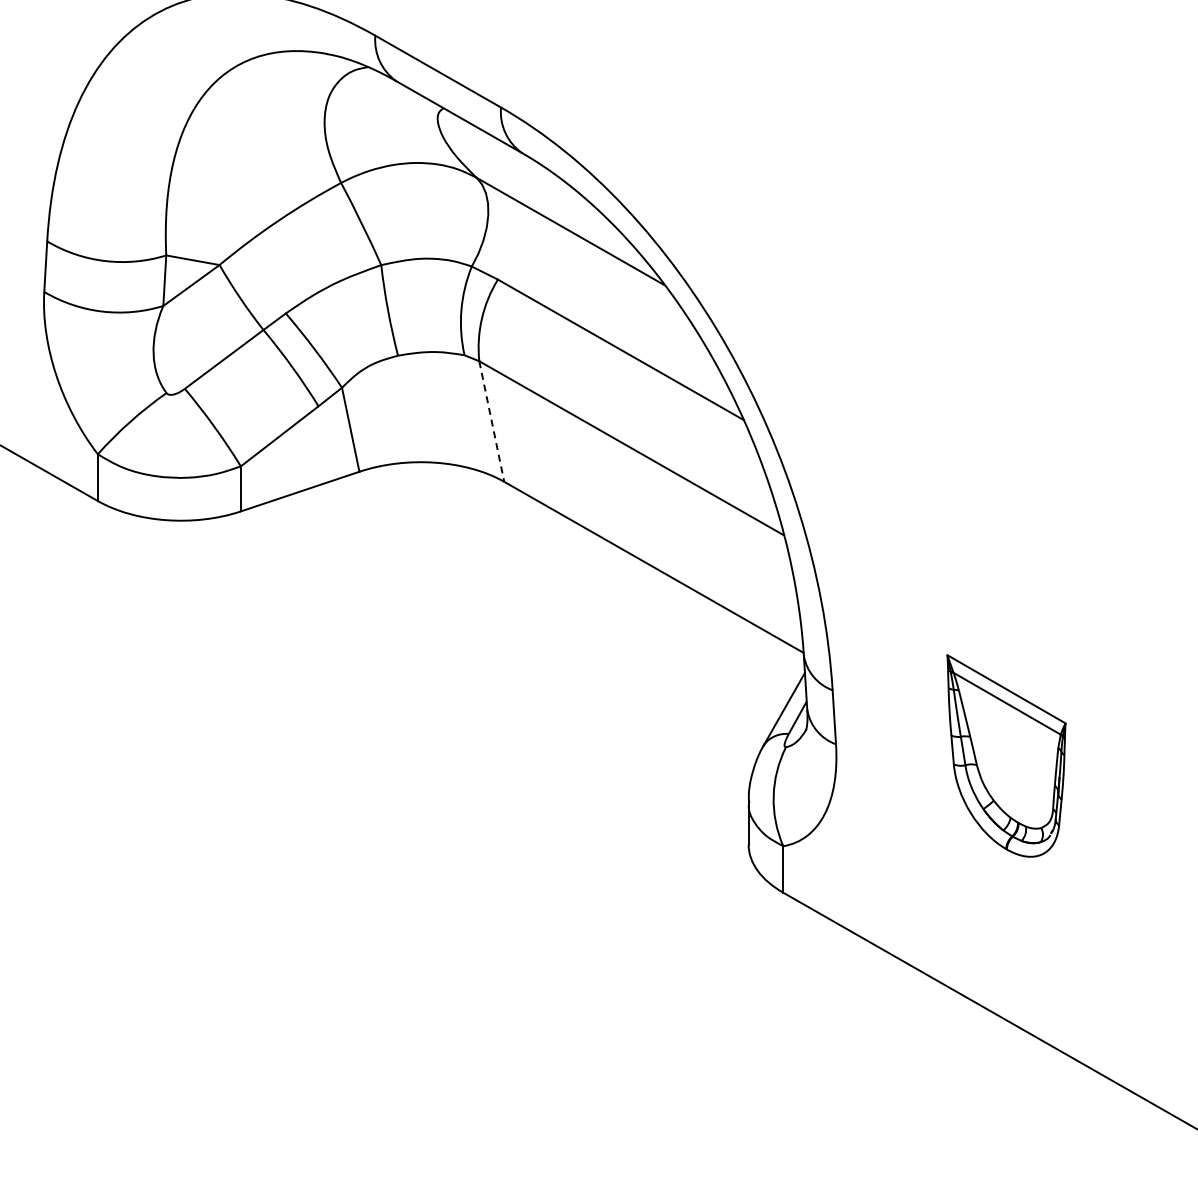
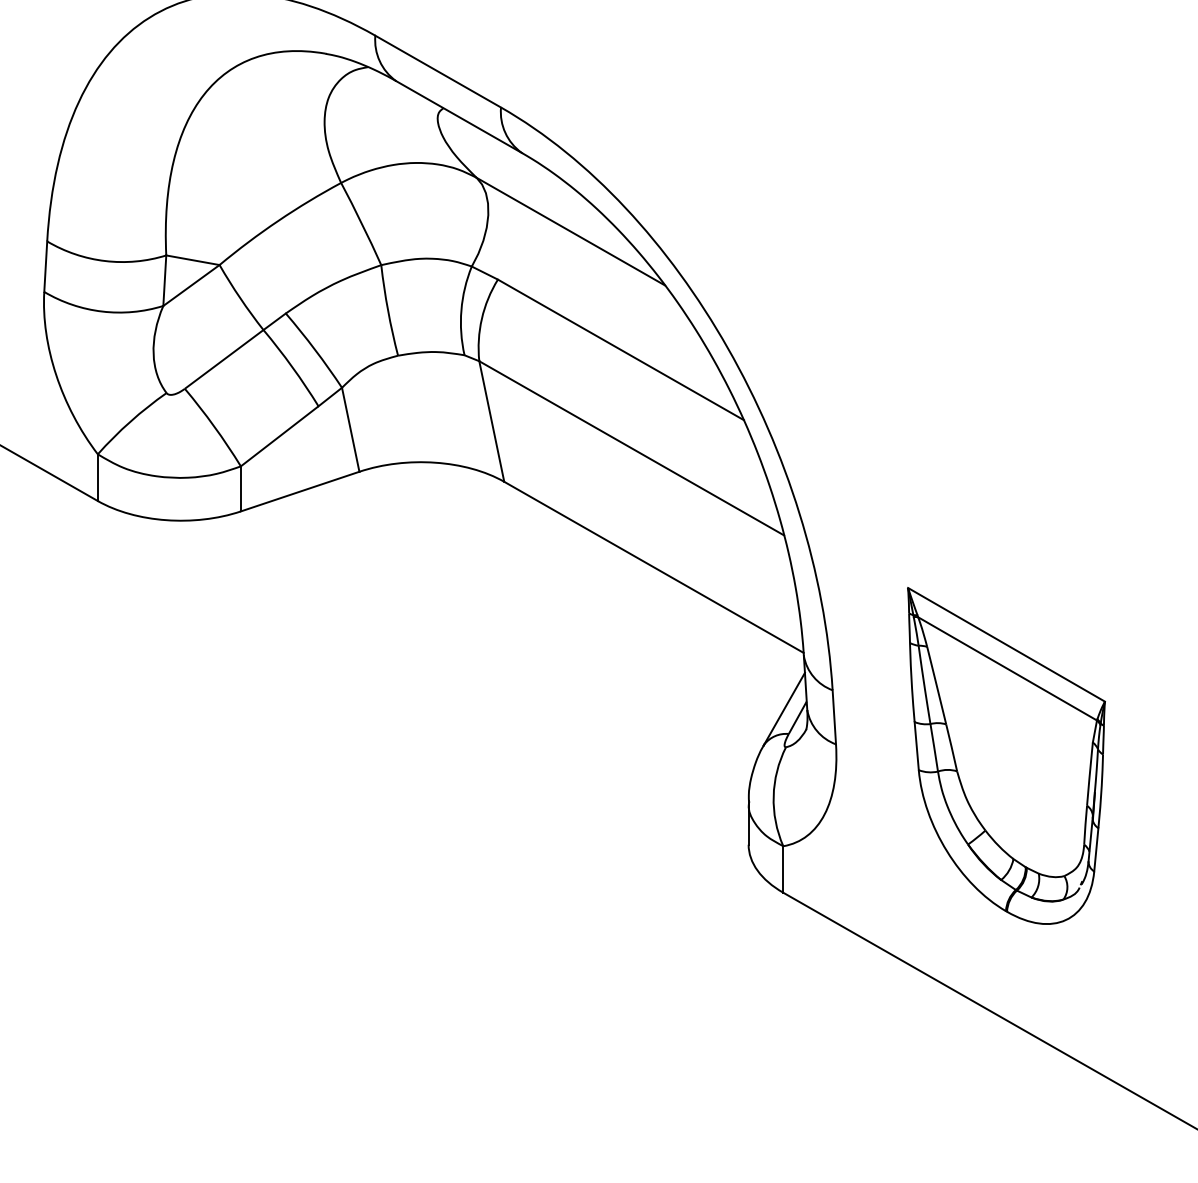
line at (491, 421): dashed -> solid
part at (1006, 755) size: 121x204 px -> 199x338 px
